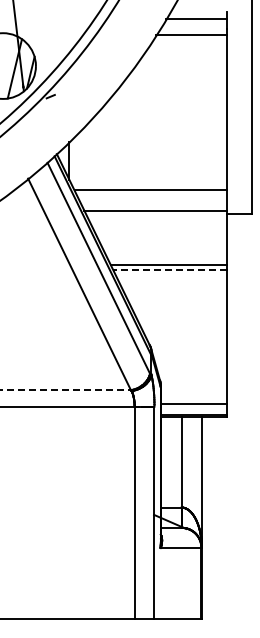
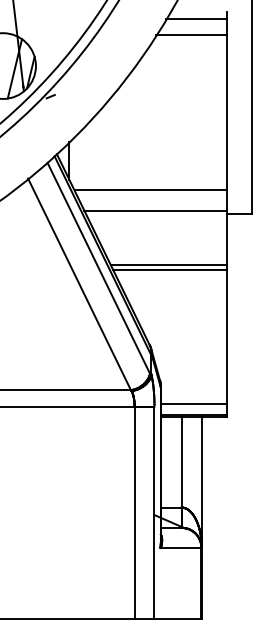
line at (170, 270): dashed -> solid
line at (66, 390): dashed -> solid
